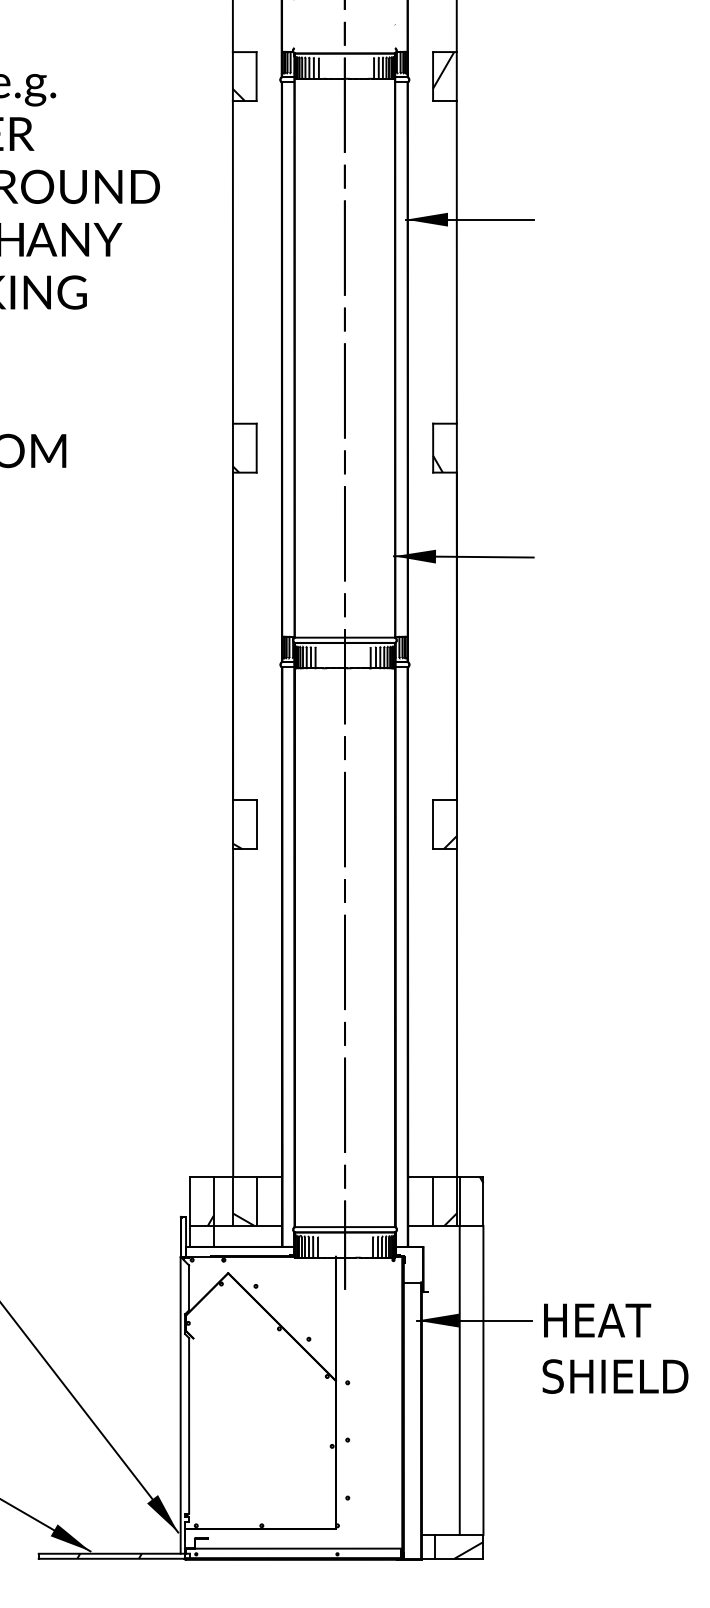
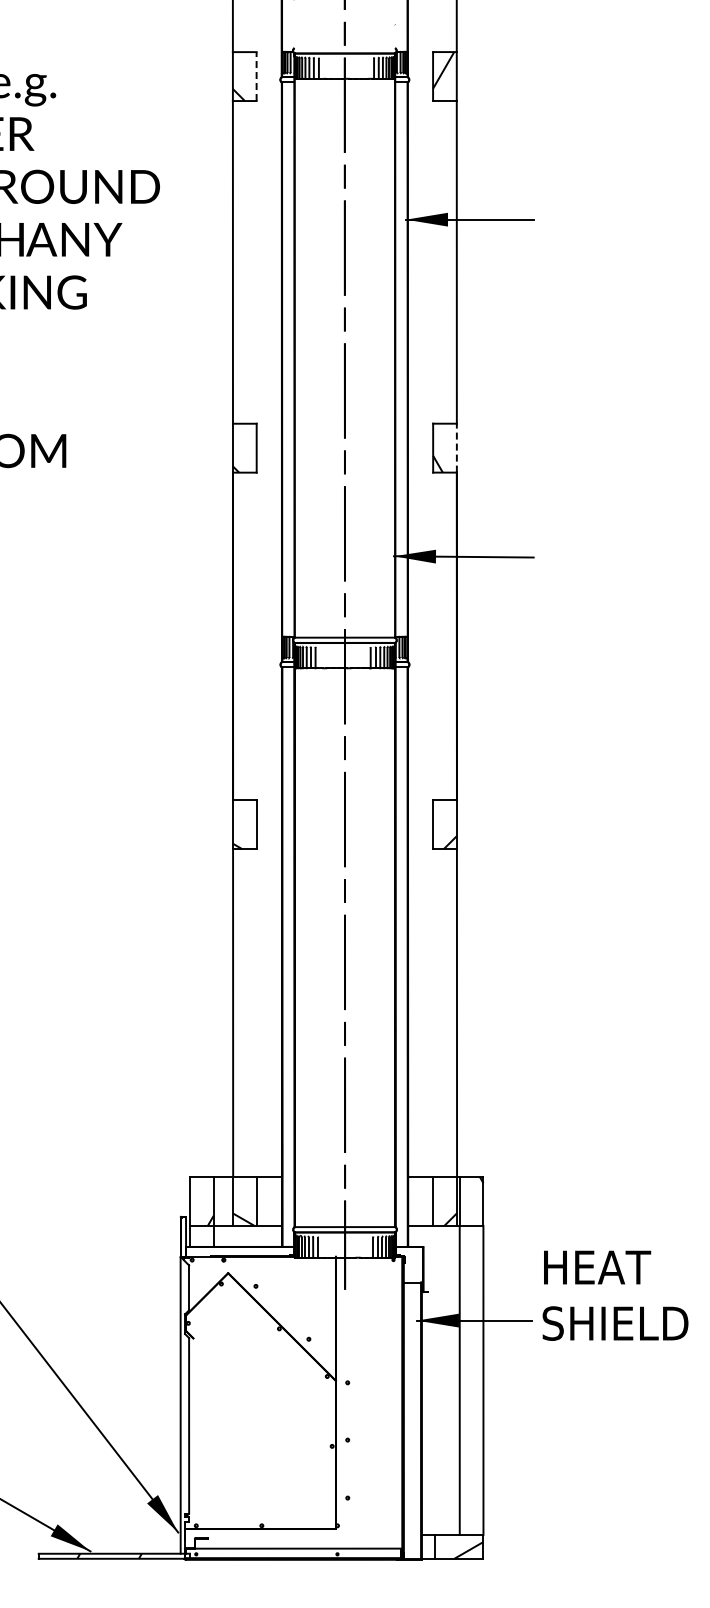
line at (256, 76): solid -> dashed
line at (456, 447): solid -> dashed
text at (615, 1348) position: (615, 1348) -> (615, 1295)
